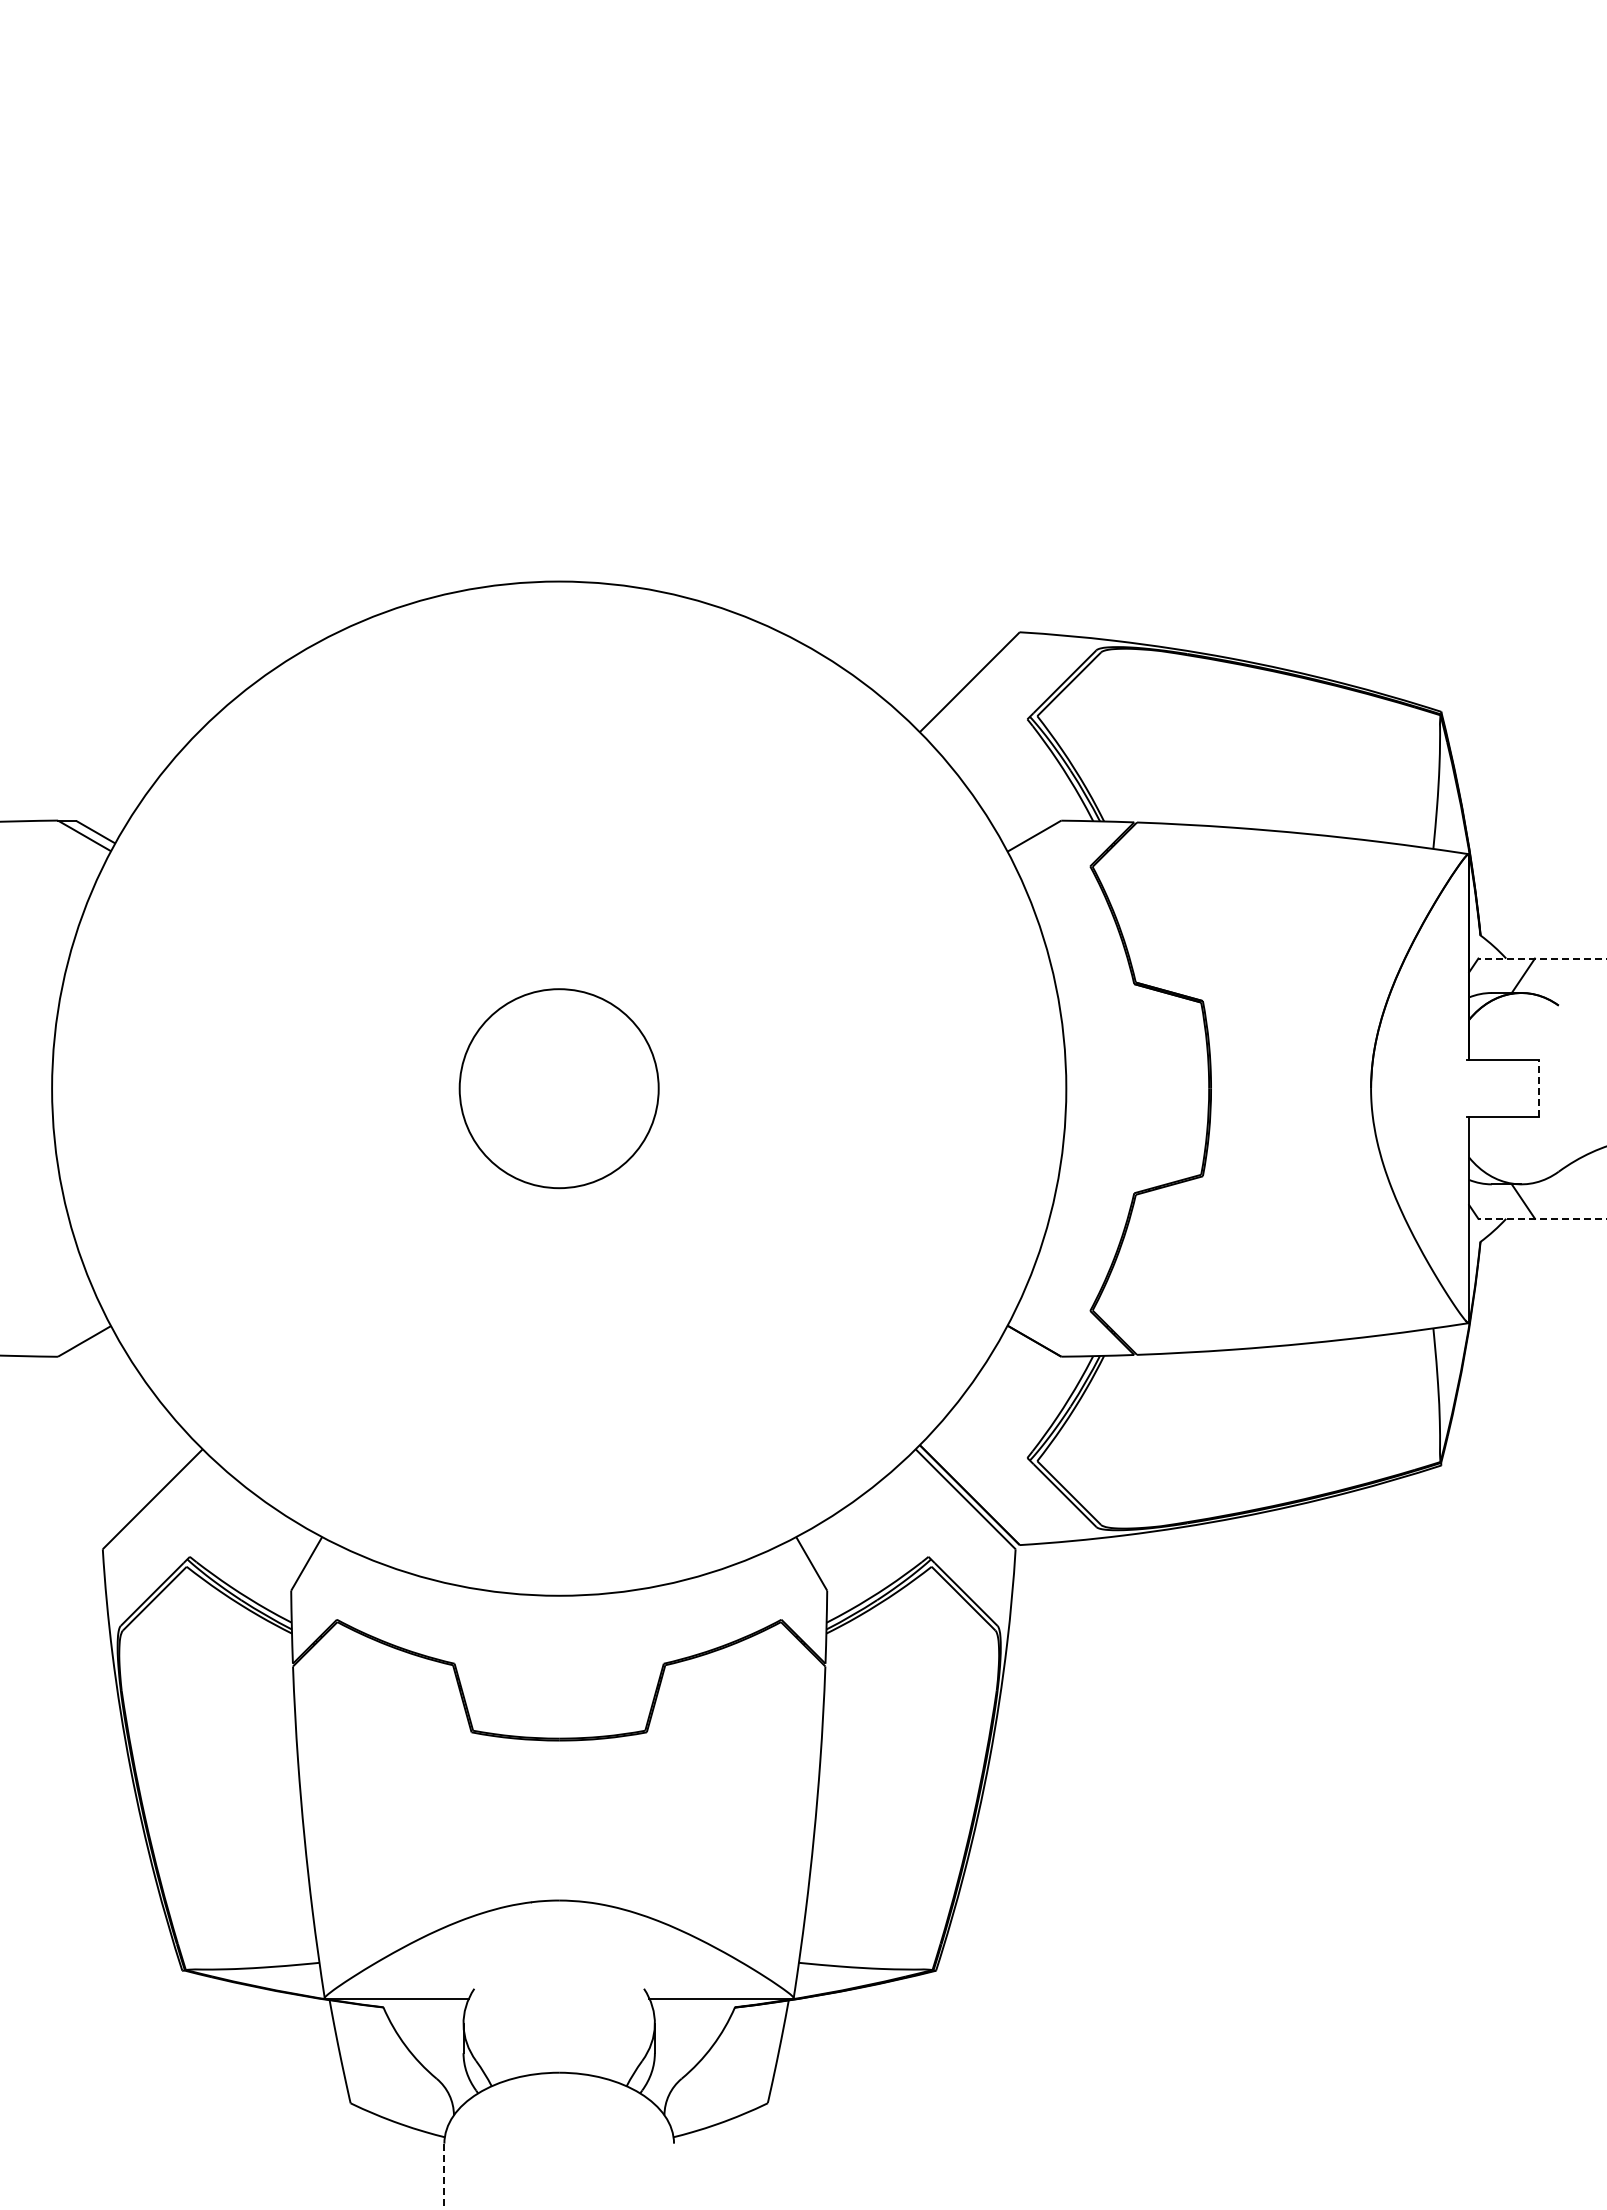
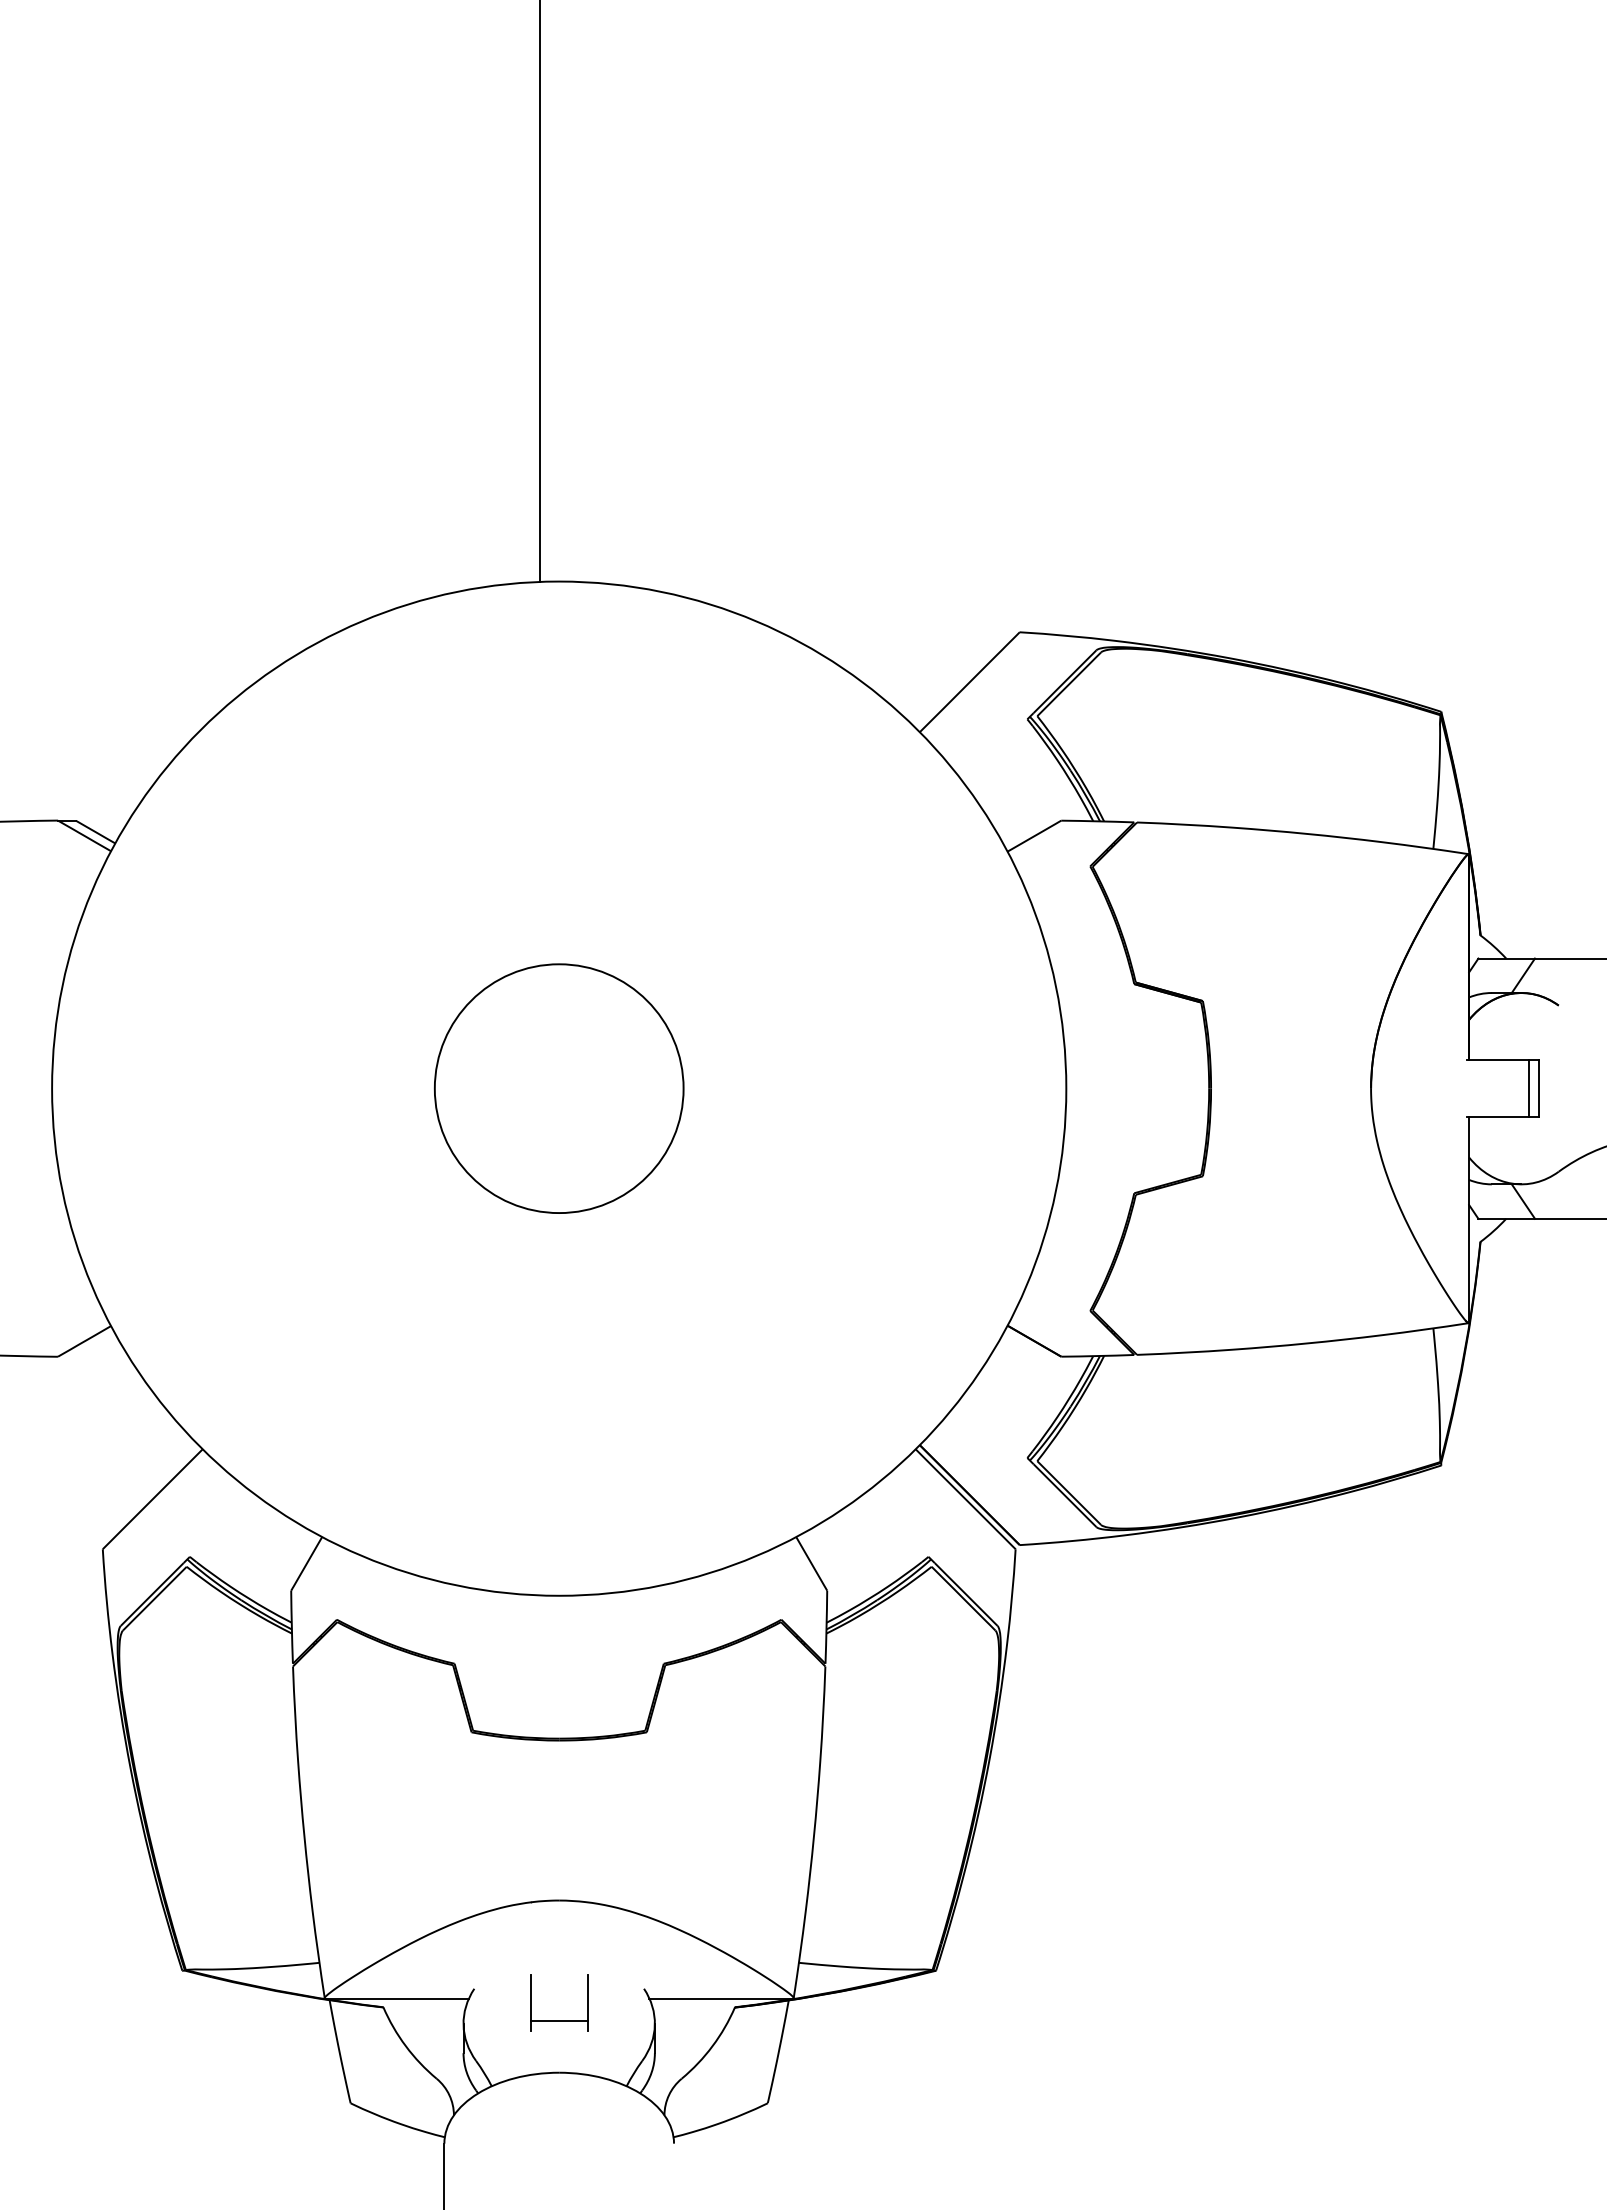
line at (540, 291): none -> present
line at (1542, 958): dashed -> solid
circle at (558, 1088) diameter: 199 px -> 249 px
line at (1529, 1088): none -> present
line at (1538, 1088): dashed -> solid
line at (1542, 1218): dashed -> solid
part at (559, 2020): none -> present
line at (444, 2176): dashed -> solid
